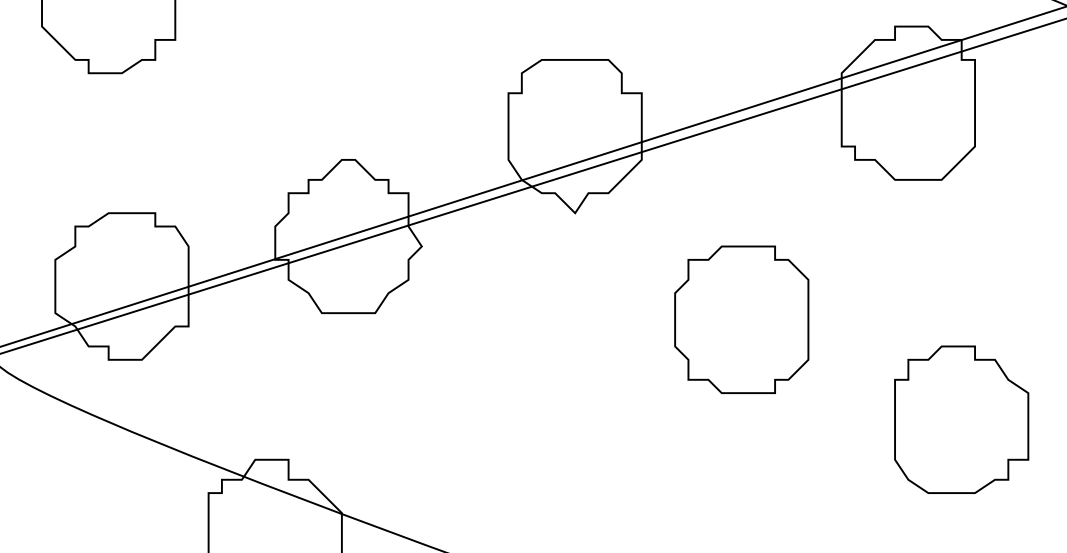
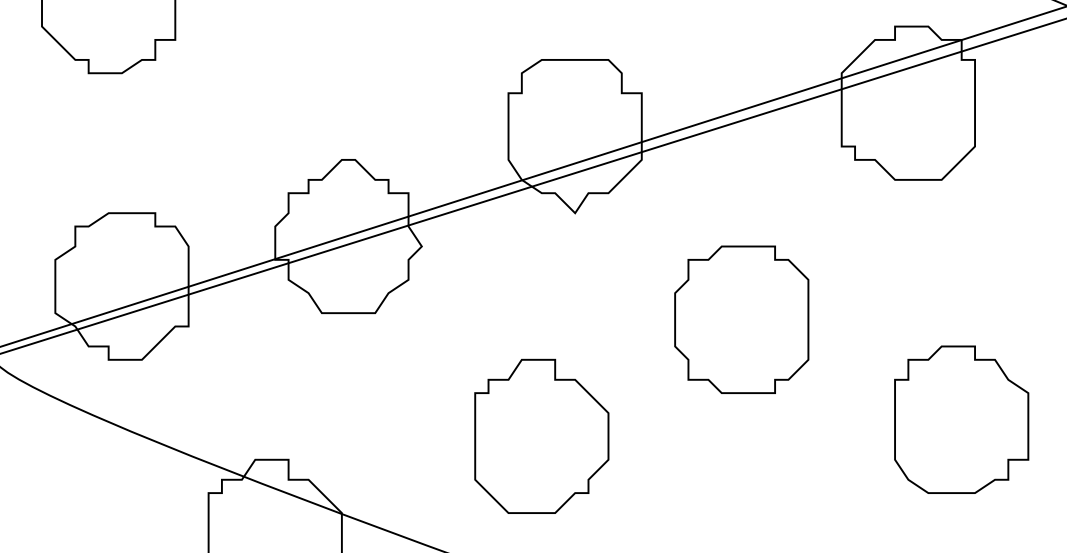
part at (541, 435): none -> present
